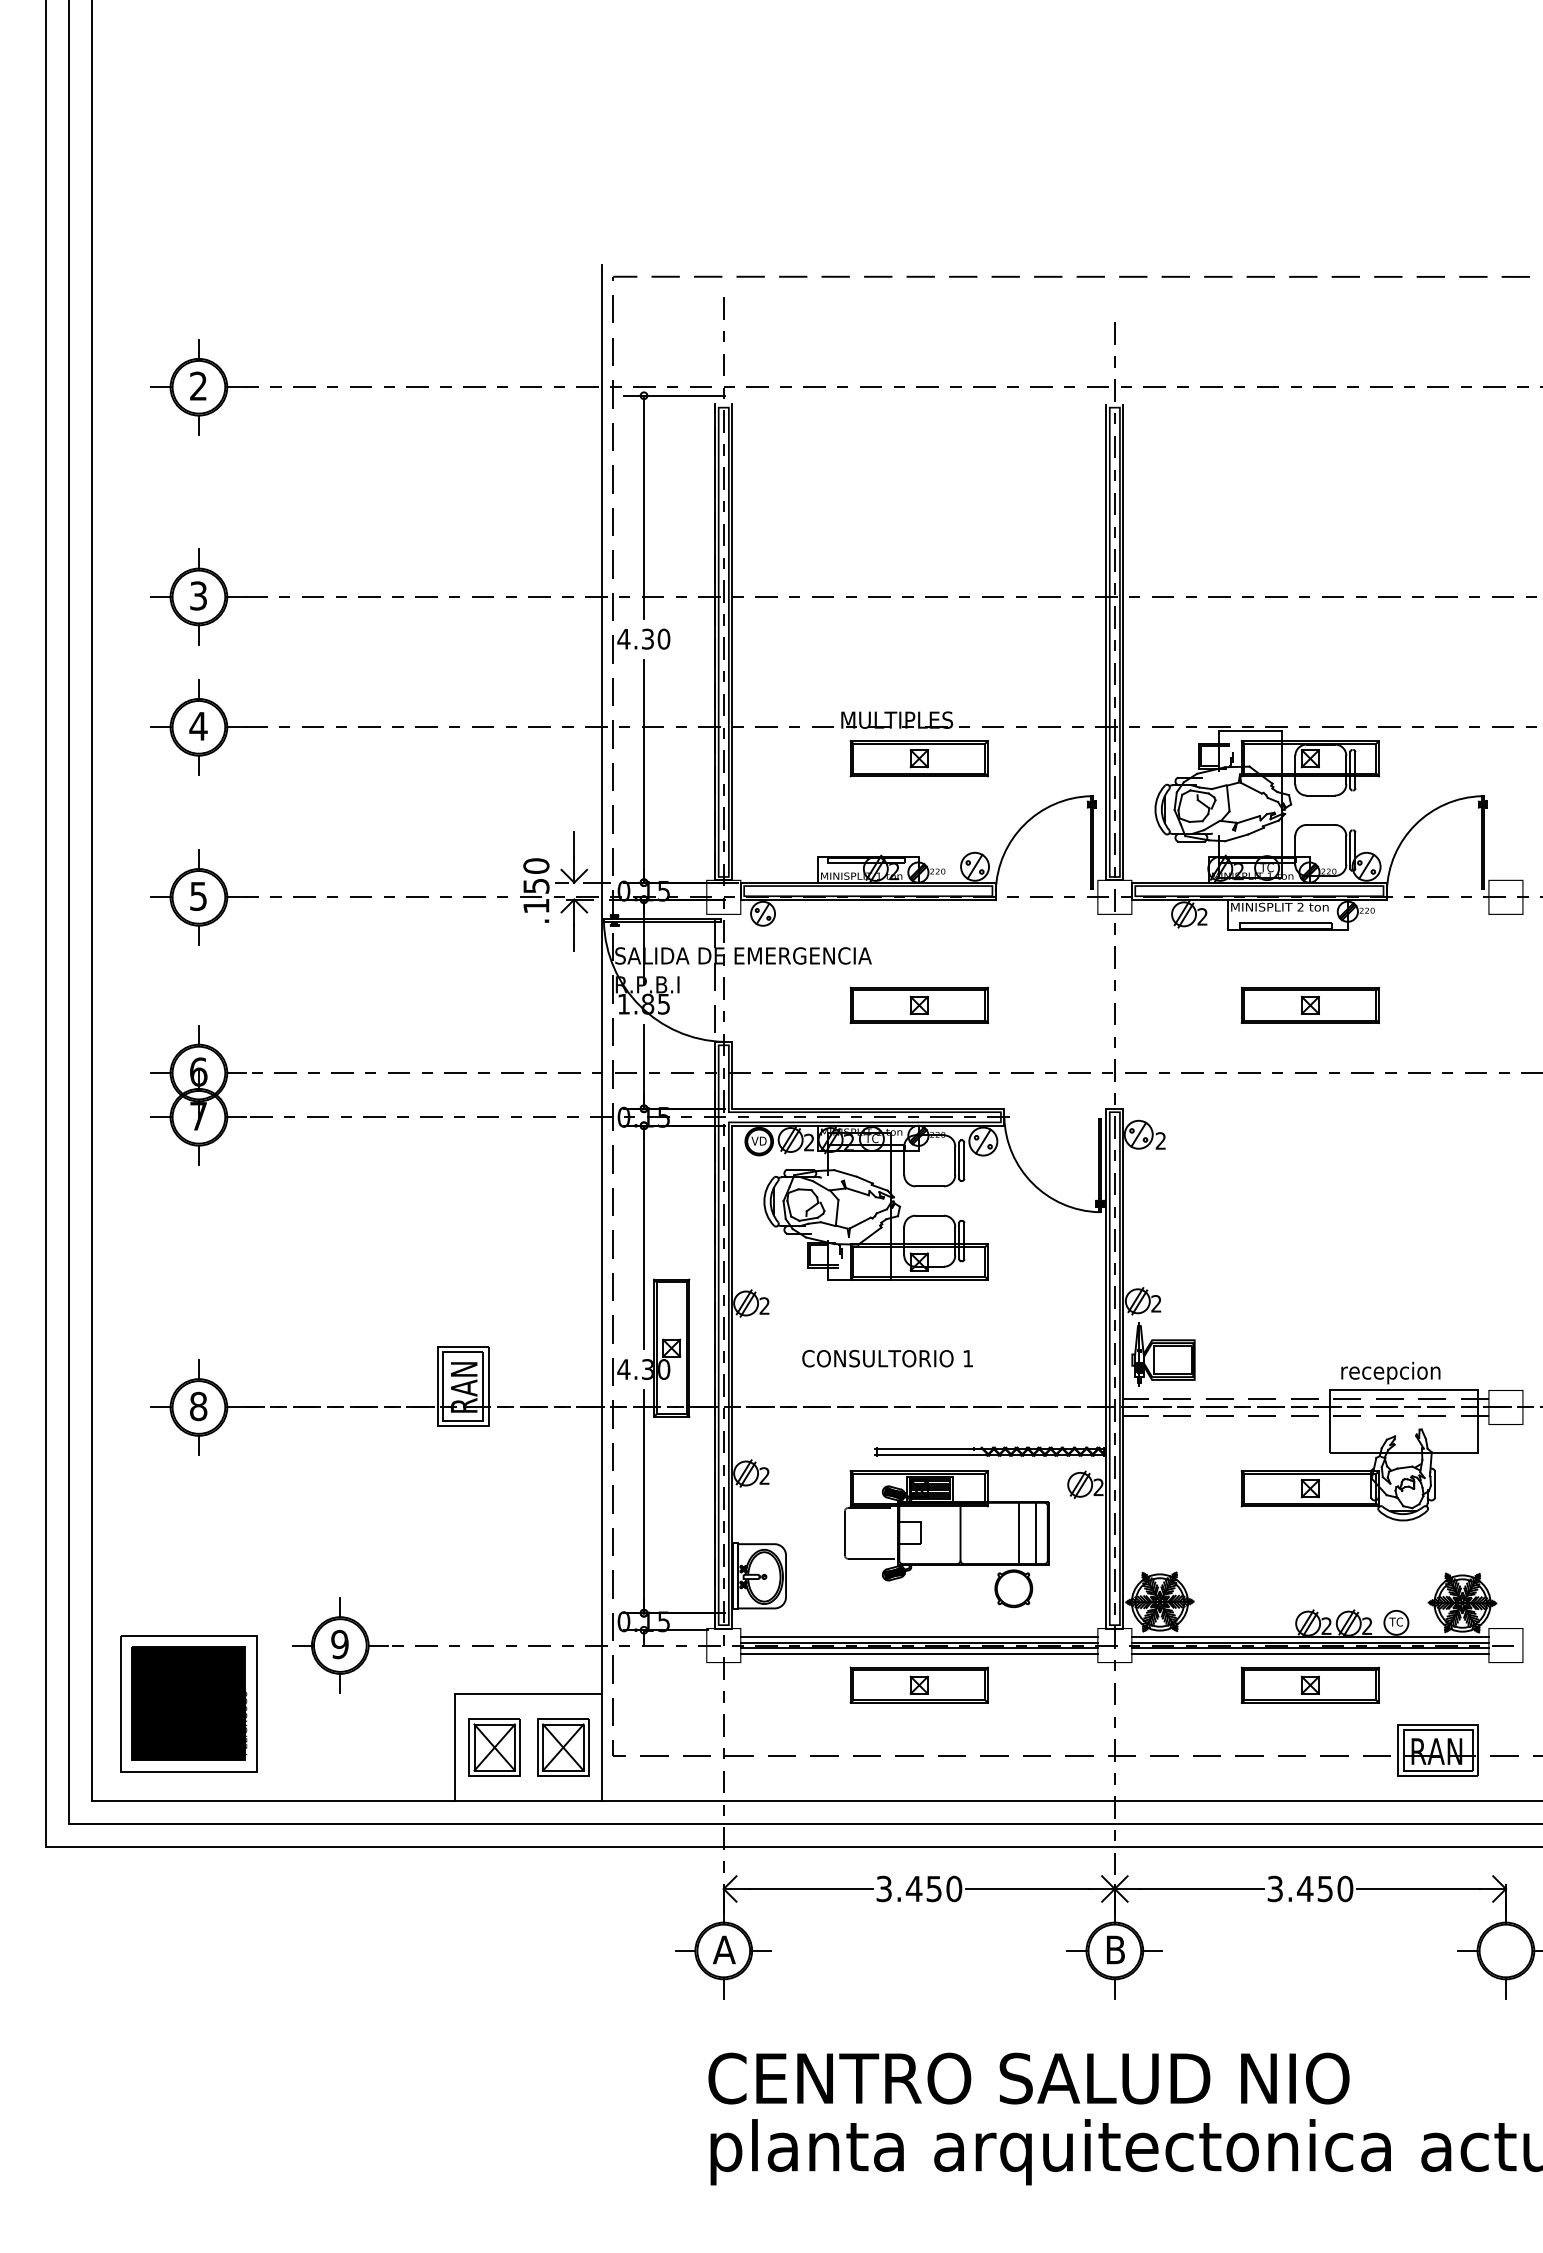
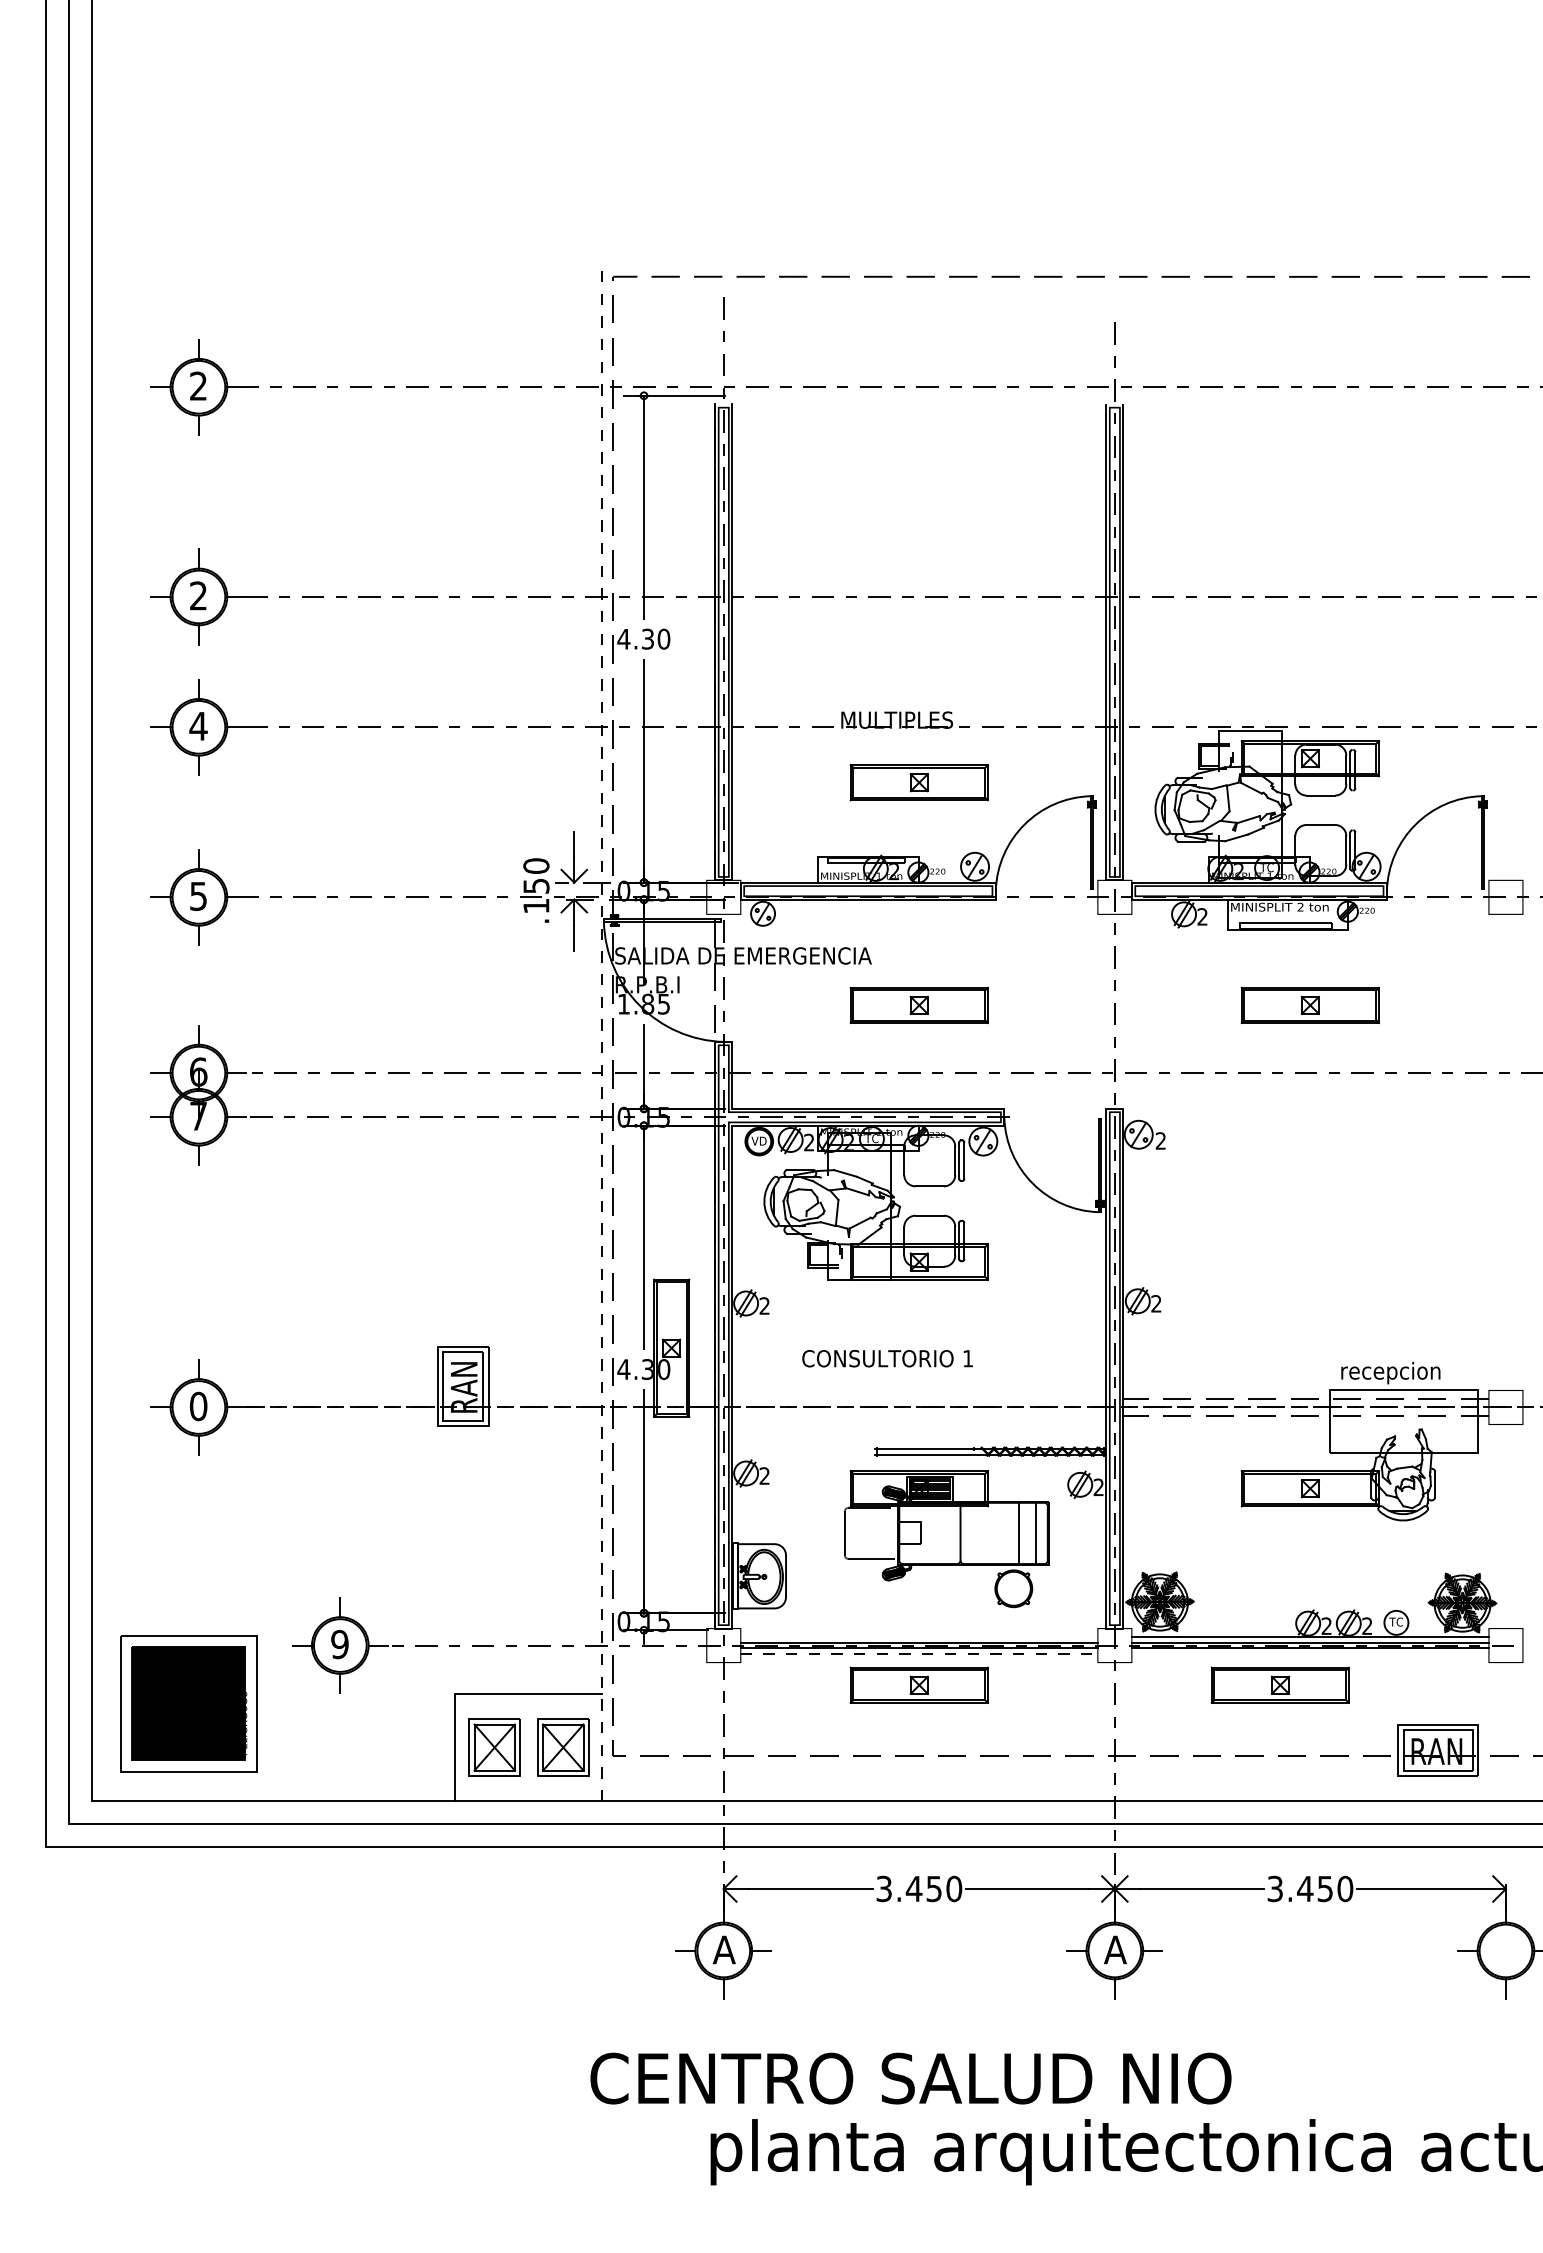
text at (198, 595): 3 -> 2
part at (918, 758) position: (918, 758) -> (918, 782)
line at (601, 1032): solid -> dashed
part at (1163, 1354): present -> none
text at (198, 1406): 8 -> 0
line at (918, 1637): present -> none
line at (919, 1654): solid -> dashed
line at (1309, 1654): present -> none
part at (1310, 1684) position: (1310, 1684) -> (1280, 1684)
text at (1115, 1949): B -> A
text at (1028, 2078) position: (1028, 2078) -> (910, 2078)
